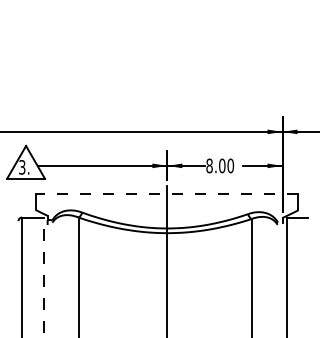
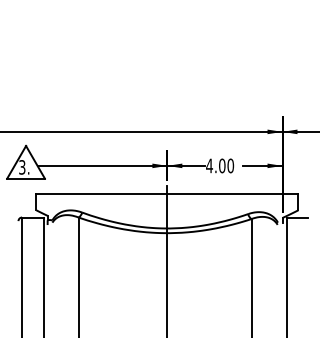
text at (209, 165): 8.00 -> 4.00
line at (167, 194): dashed -> solid
line at (43, 277): dashed -> solid
